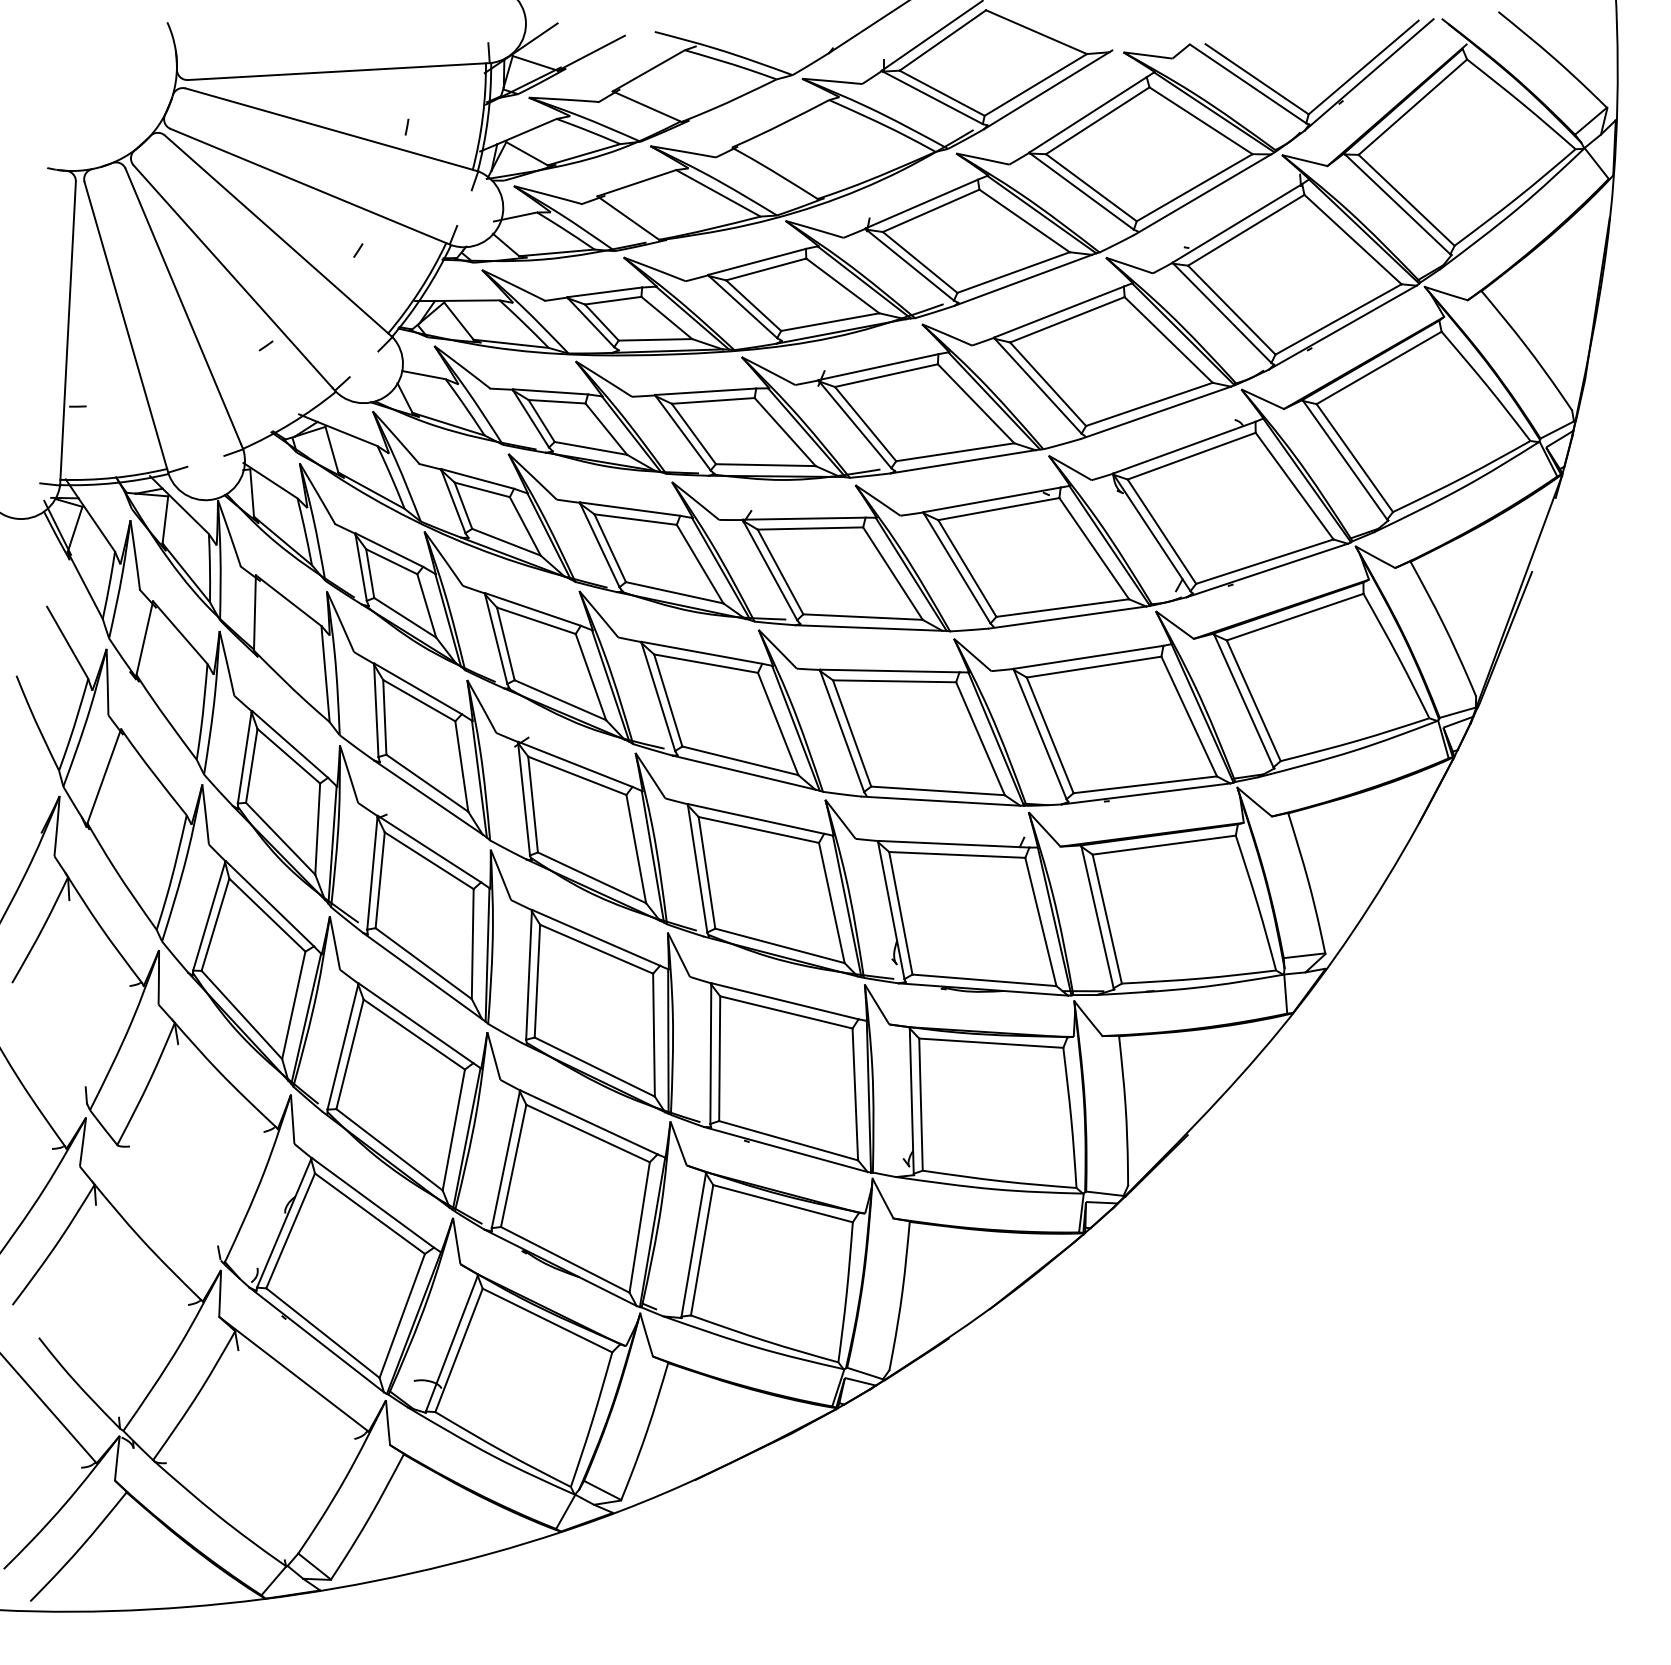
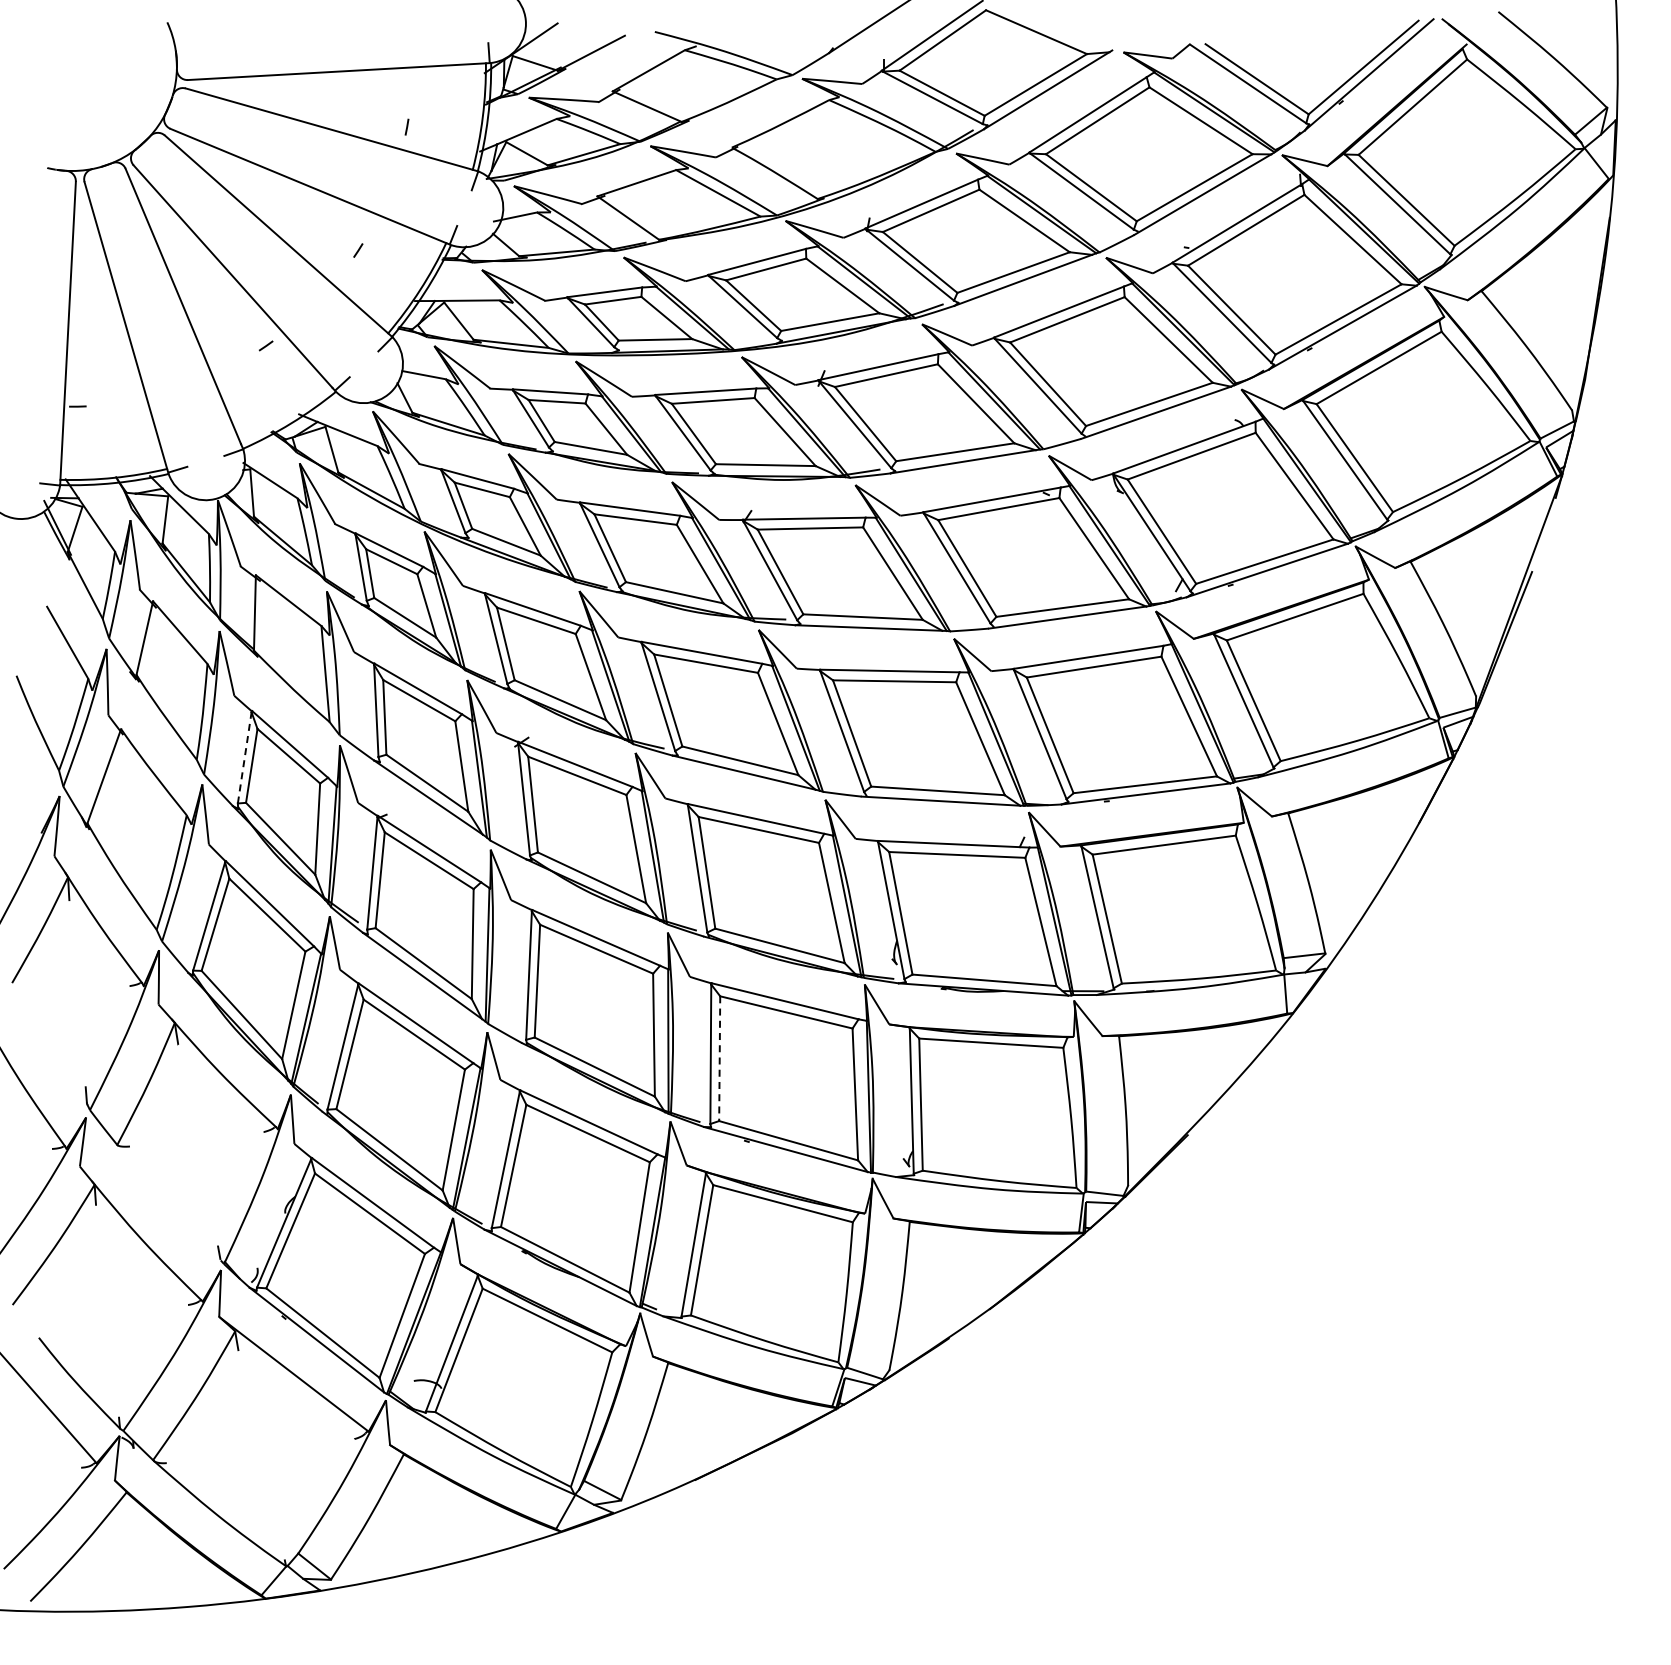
line at (244, 757): solid -> dashed
line at (719, 1059): solid -> dashed
